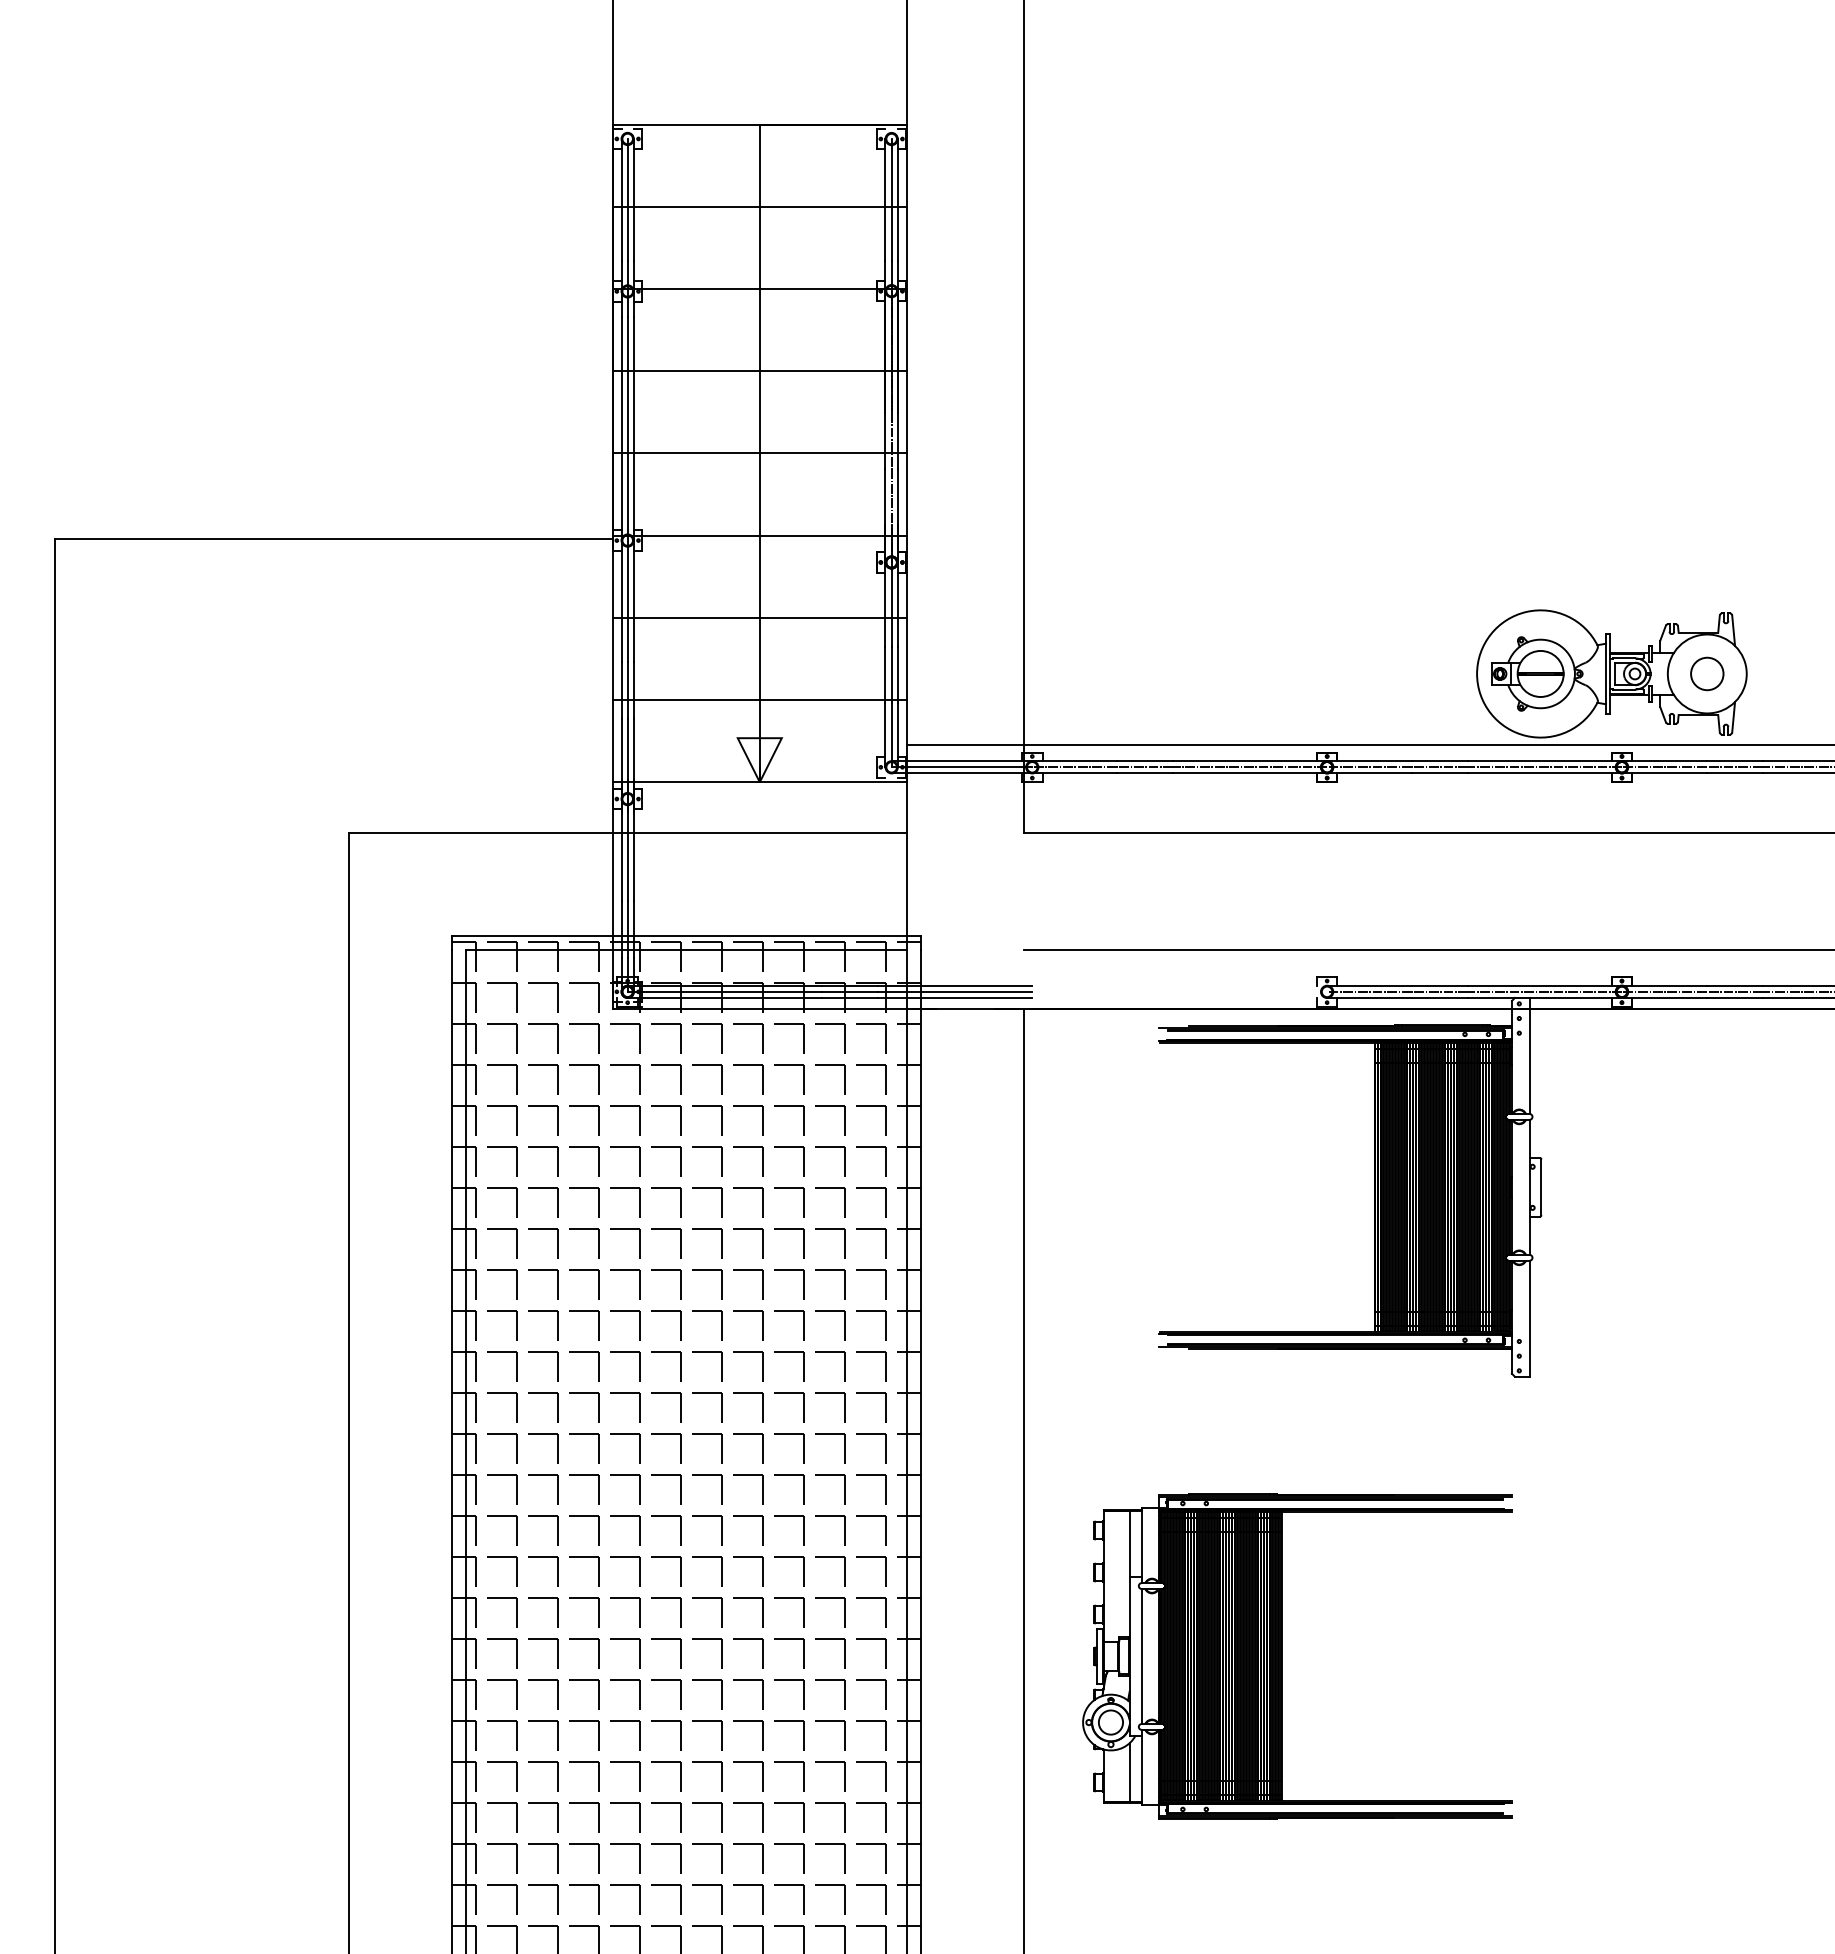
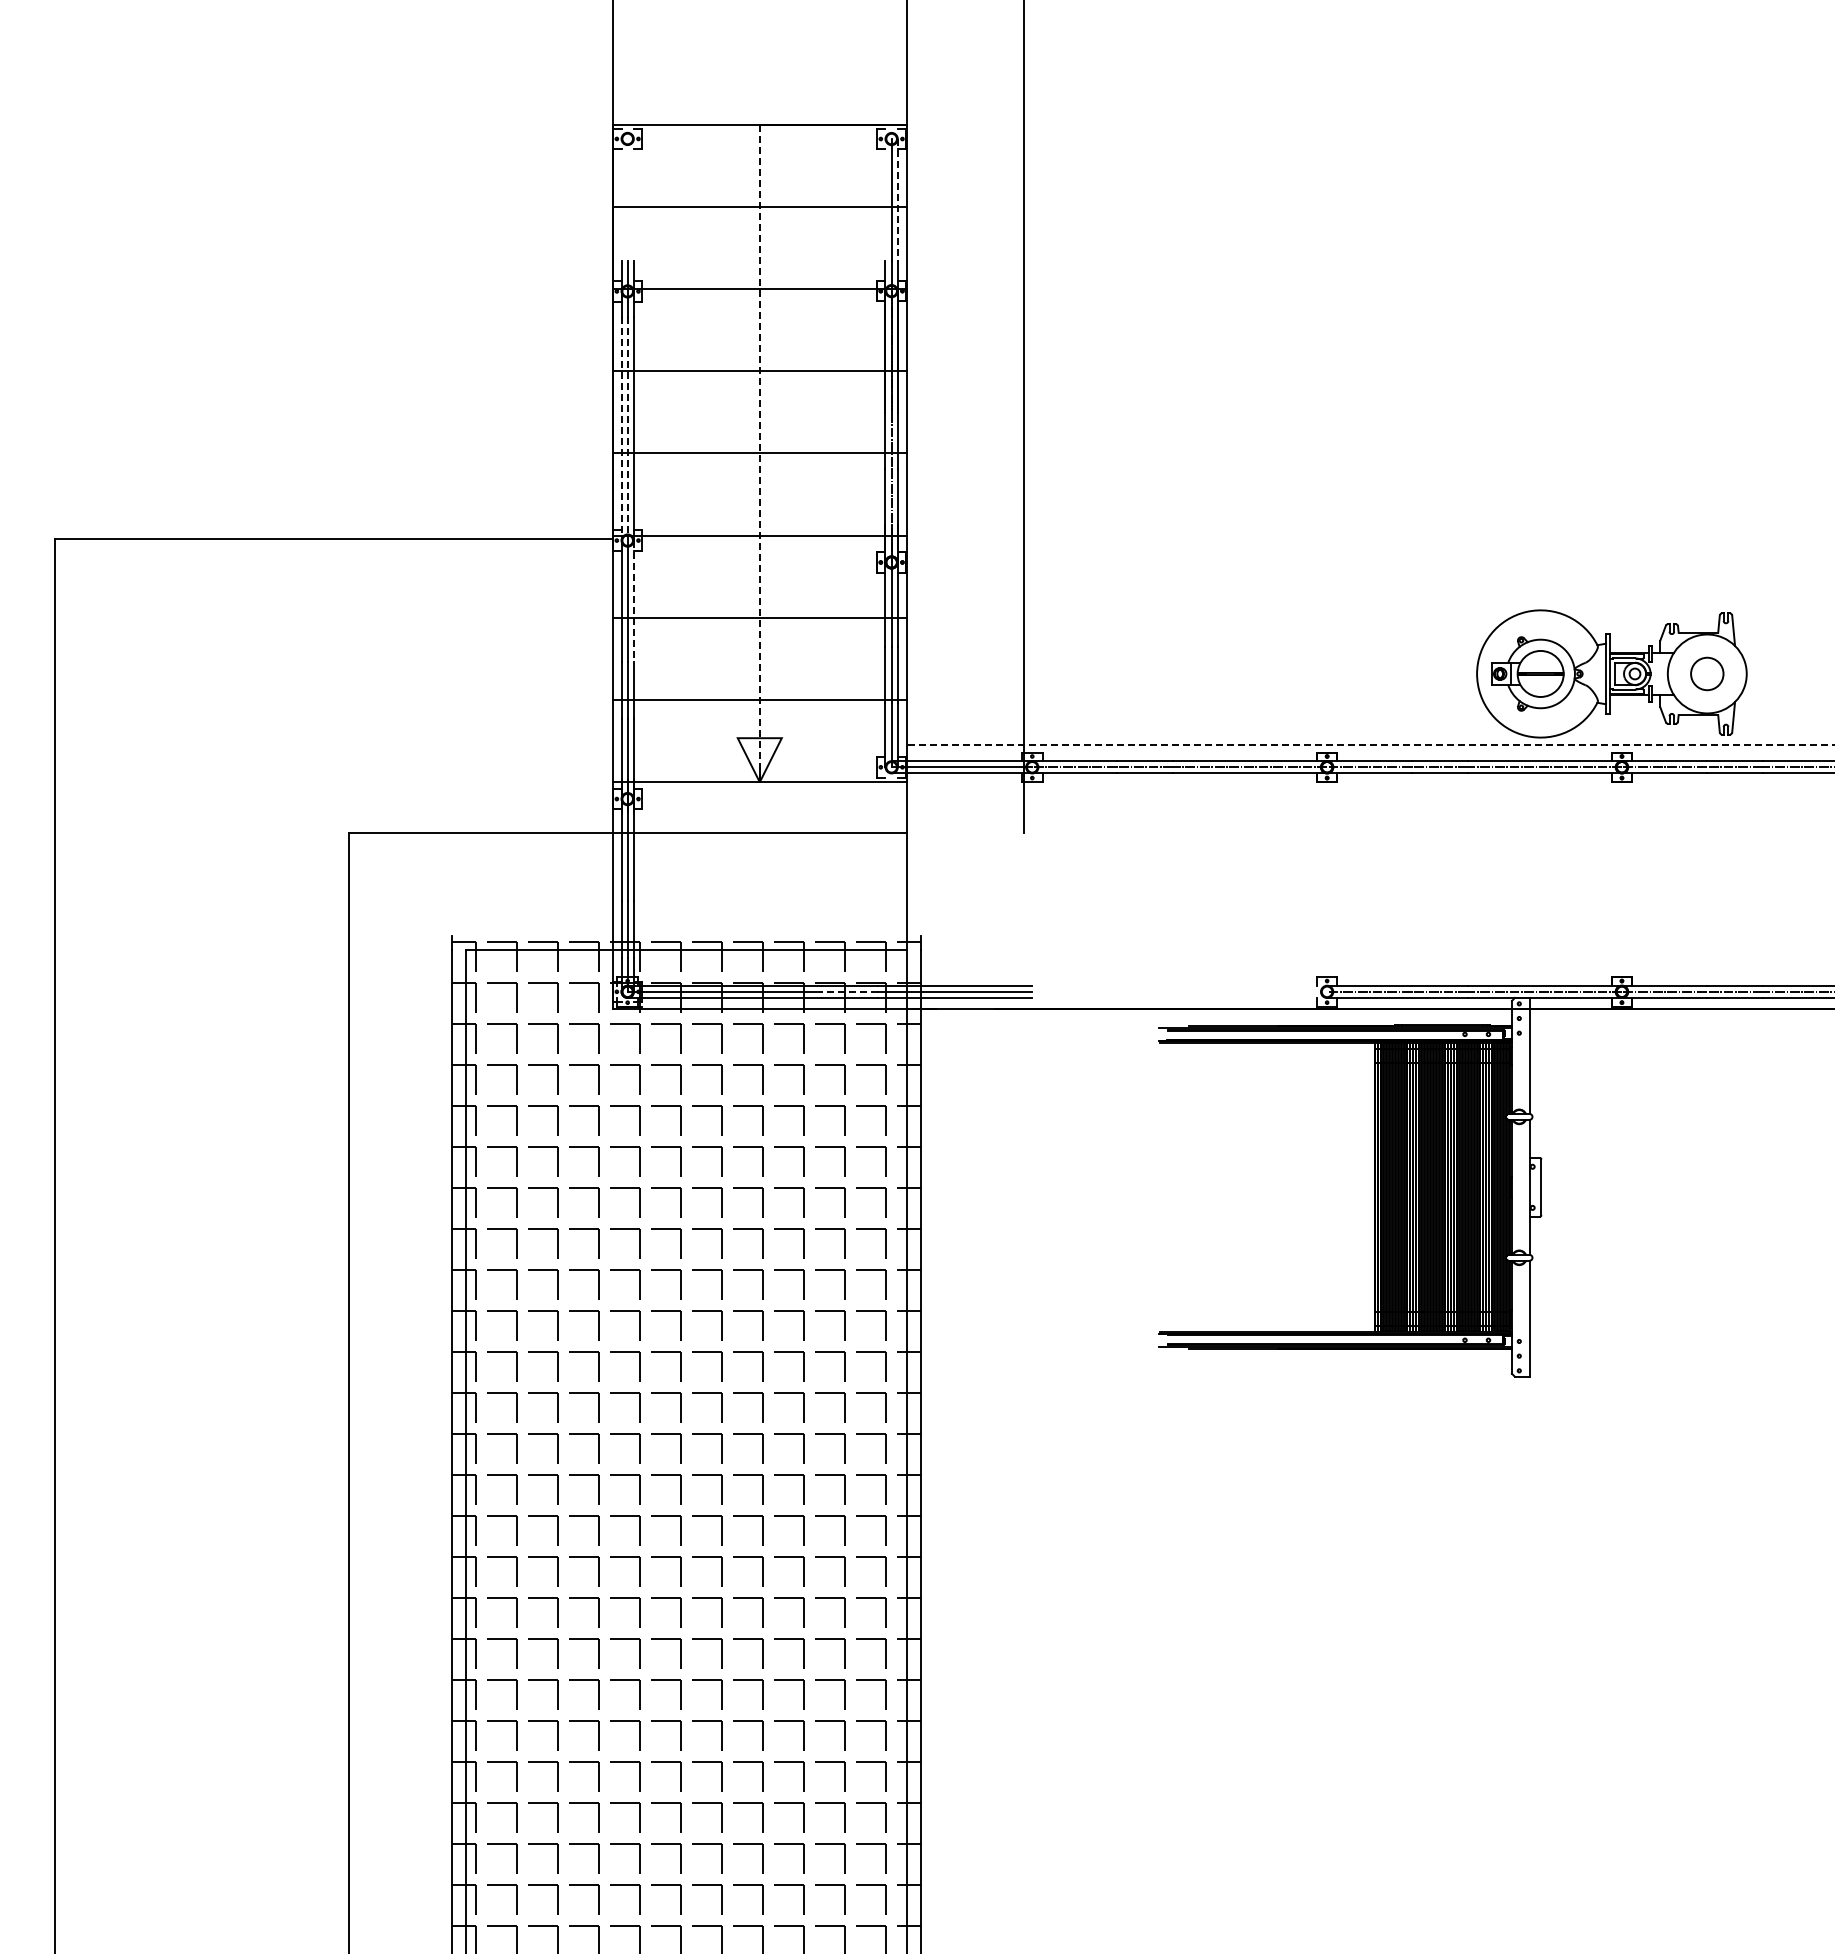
line at (621, 199): present -> none
line at (627, 199): present -> none
line at (633, 199): present -> none
line at (885, 199): present -> none
line at (897, 199): solid -> dashed
line at (621, 428): solid -> dashed
line at (627, 428): solid -> dashed
line at (759, 453): solid -> dashed
line at (633, 601): solid -> dashed
line at (1370, 744): solid -> dashed
line at (1427, 833): present -> none
line at (686, 935): present -> none
line at (1427, 950): present -> none
line at (849, 991): solid -> dashed
line at (1024, 1479): present -> none
part at (1282, 1656): present -> none
